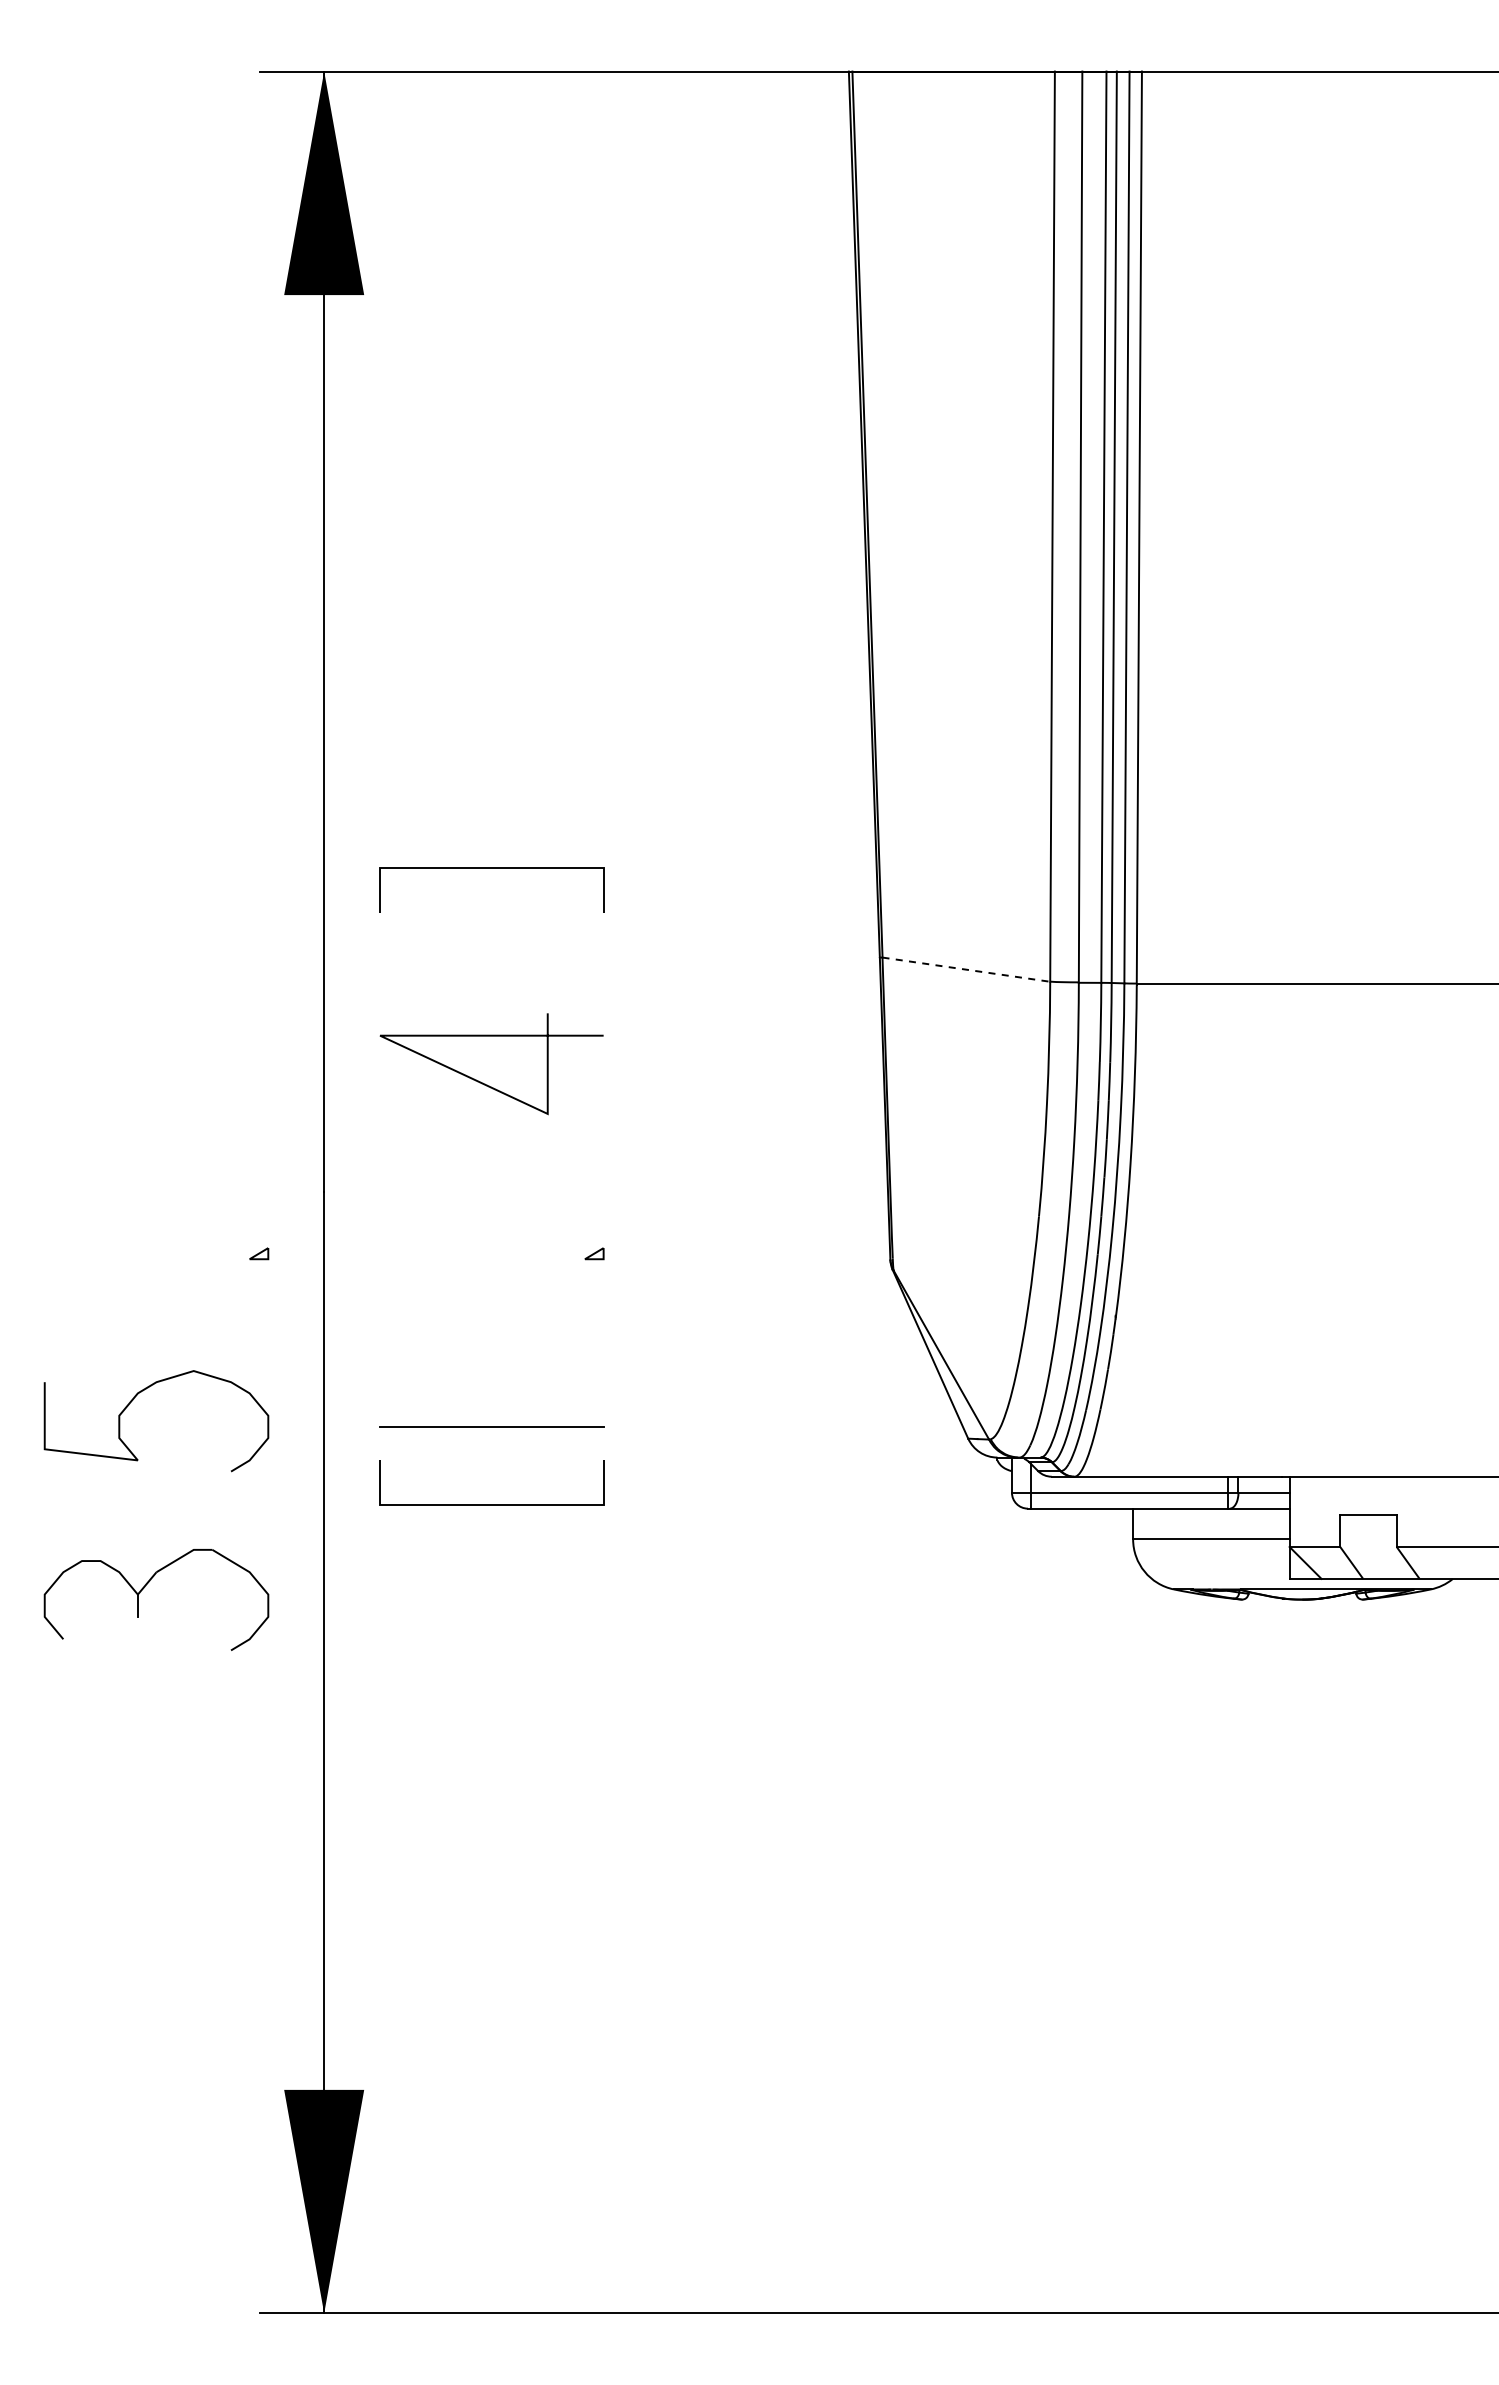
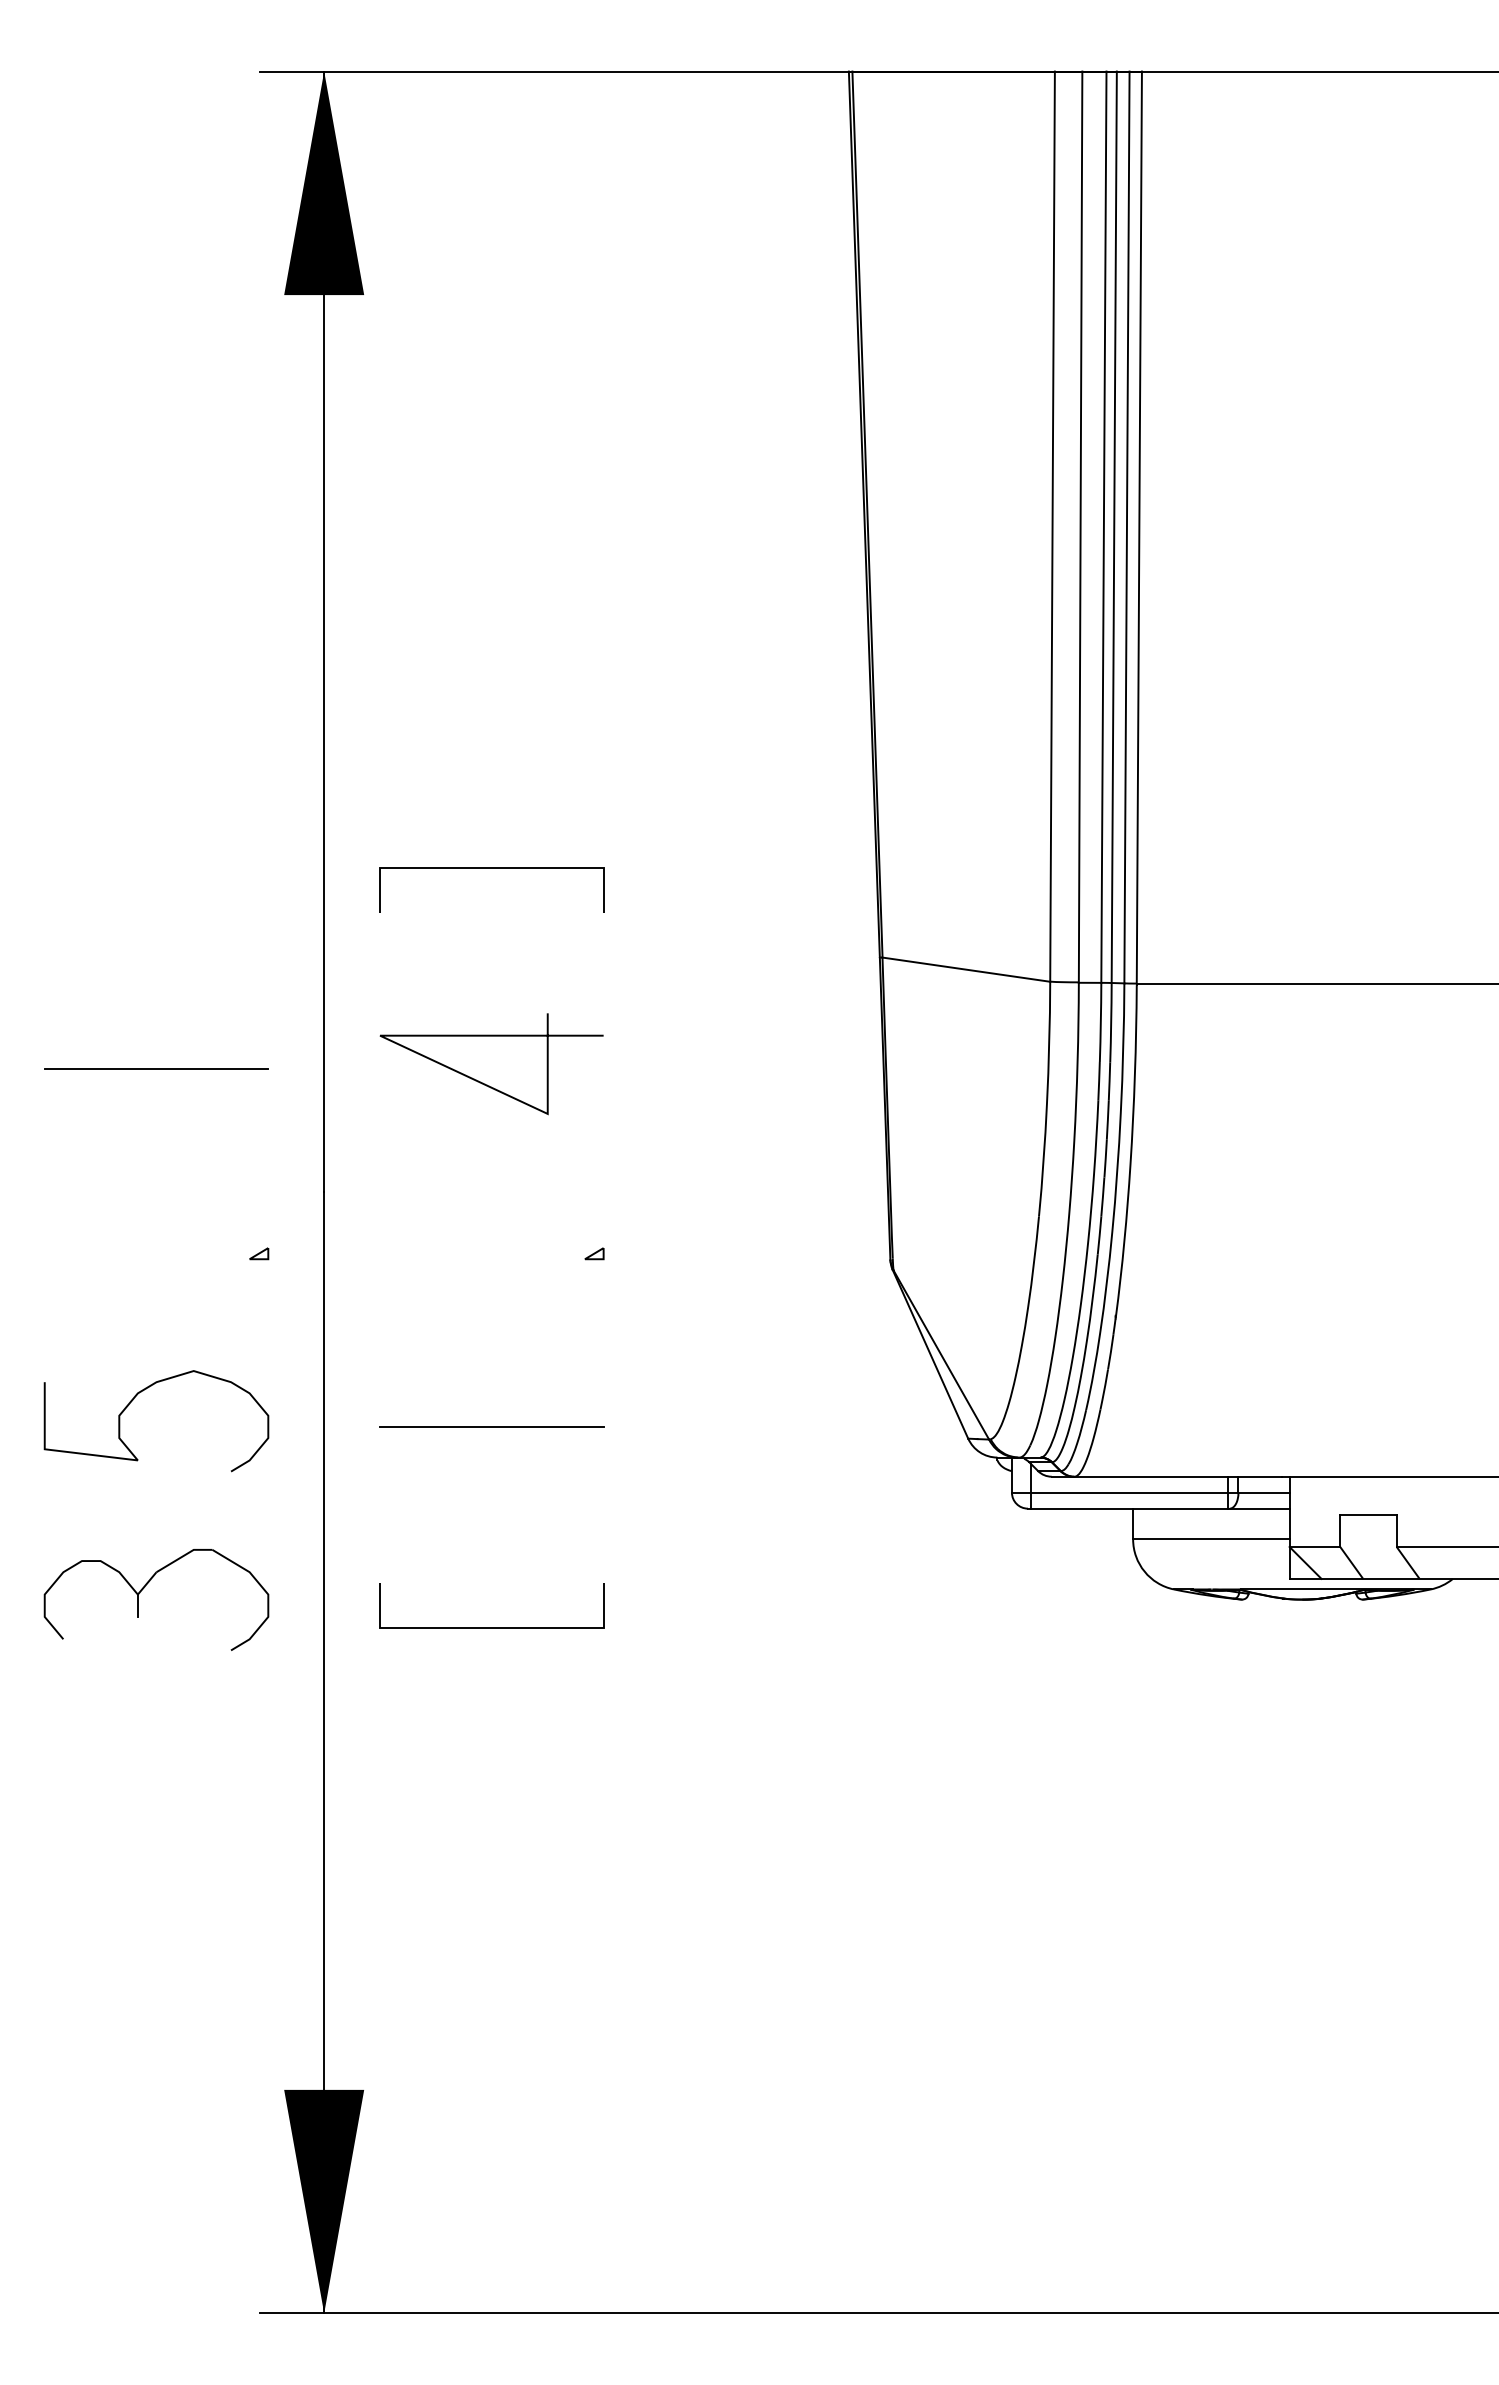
line at (966, 969): dashed -> solid
line at (156, 1069): none -> present
line at (491, 1504) position: (491, 1504) -> (491, 1627)
